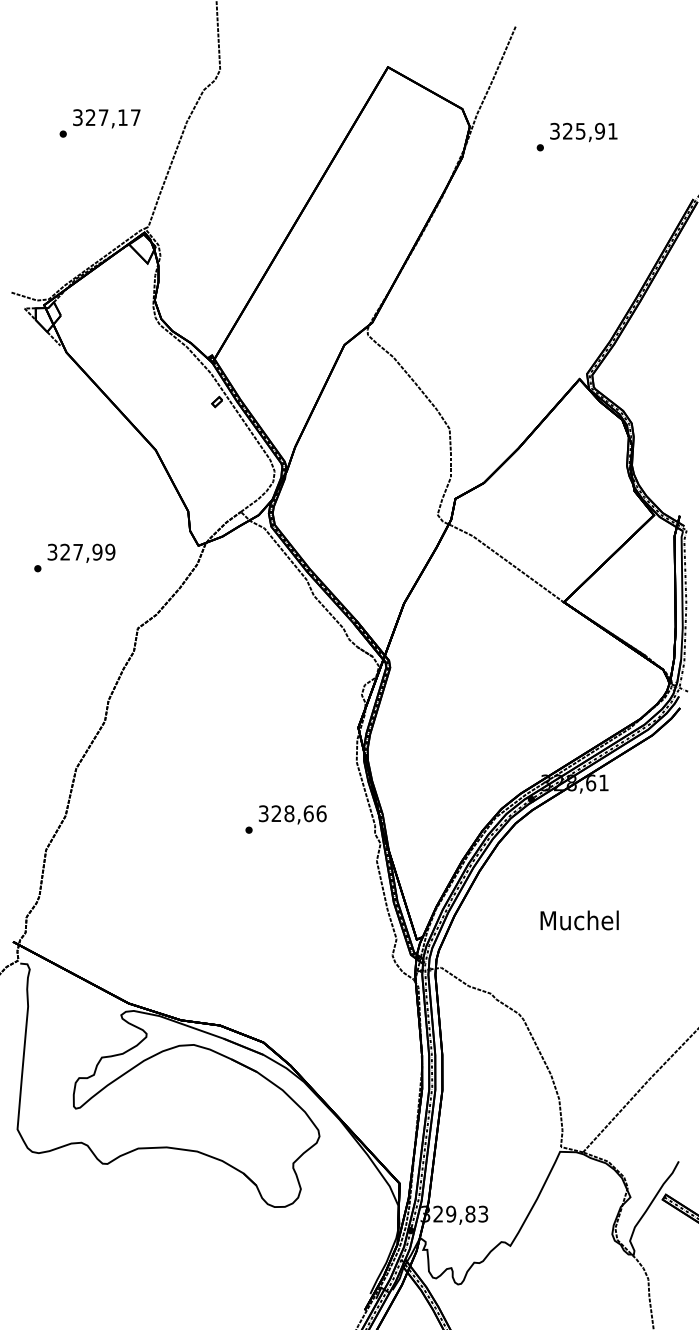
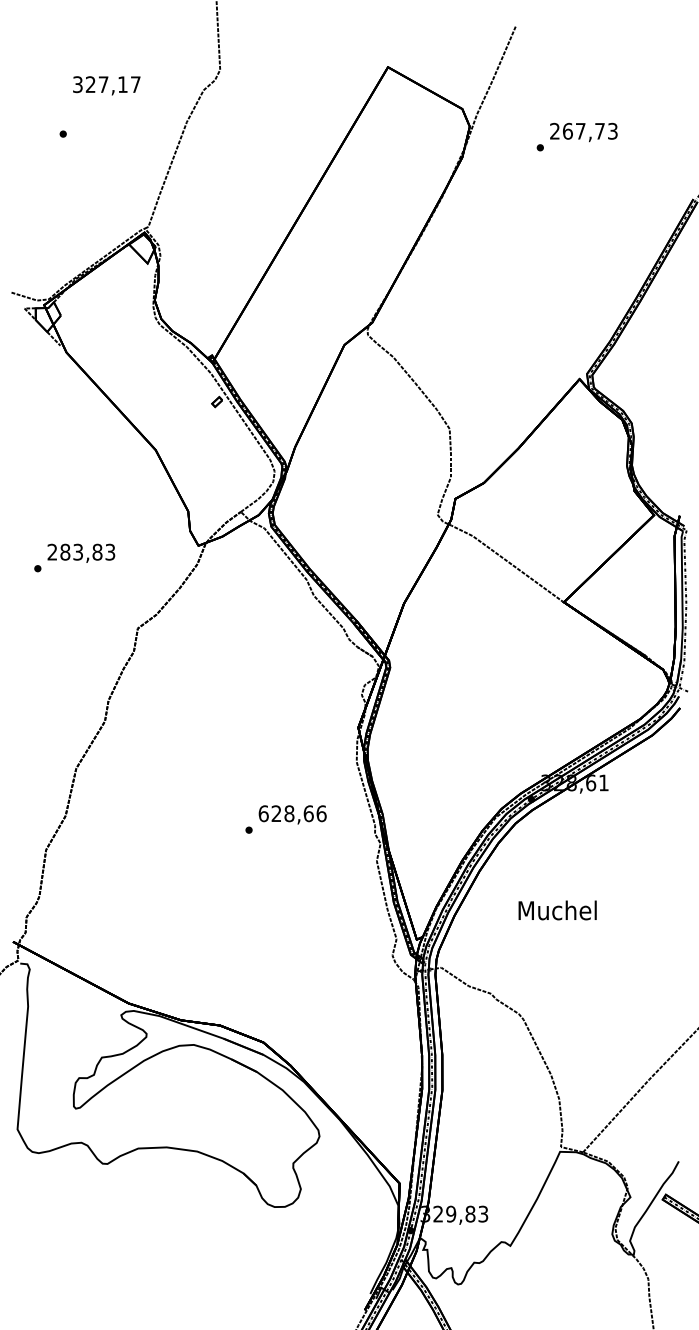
text at (106, 118) position: (106, 118) -> (106, 85)
text at (583, 130): 325,91 -> 267,73
text at (81, 551): 327,99 -> 283,83
text at (263, 813): 328,66 -> 628,66
text at (579, 920) position: (579, 920) -> (557, 910)
